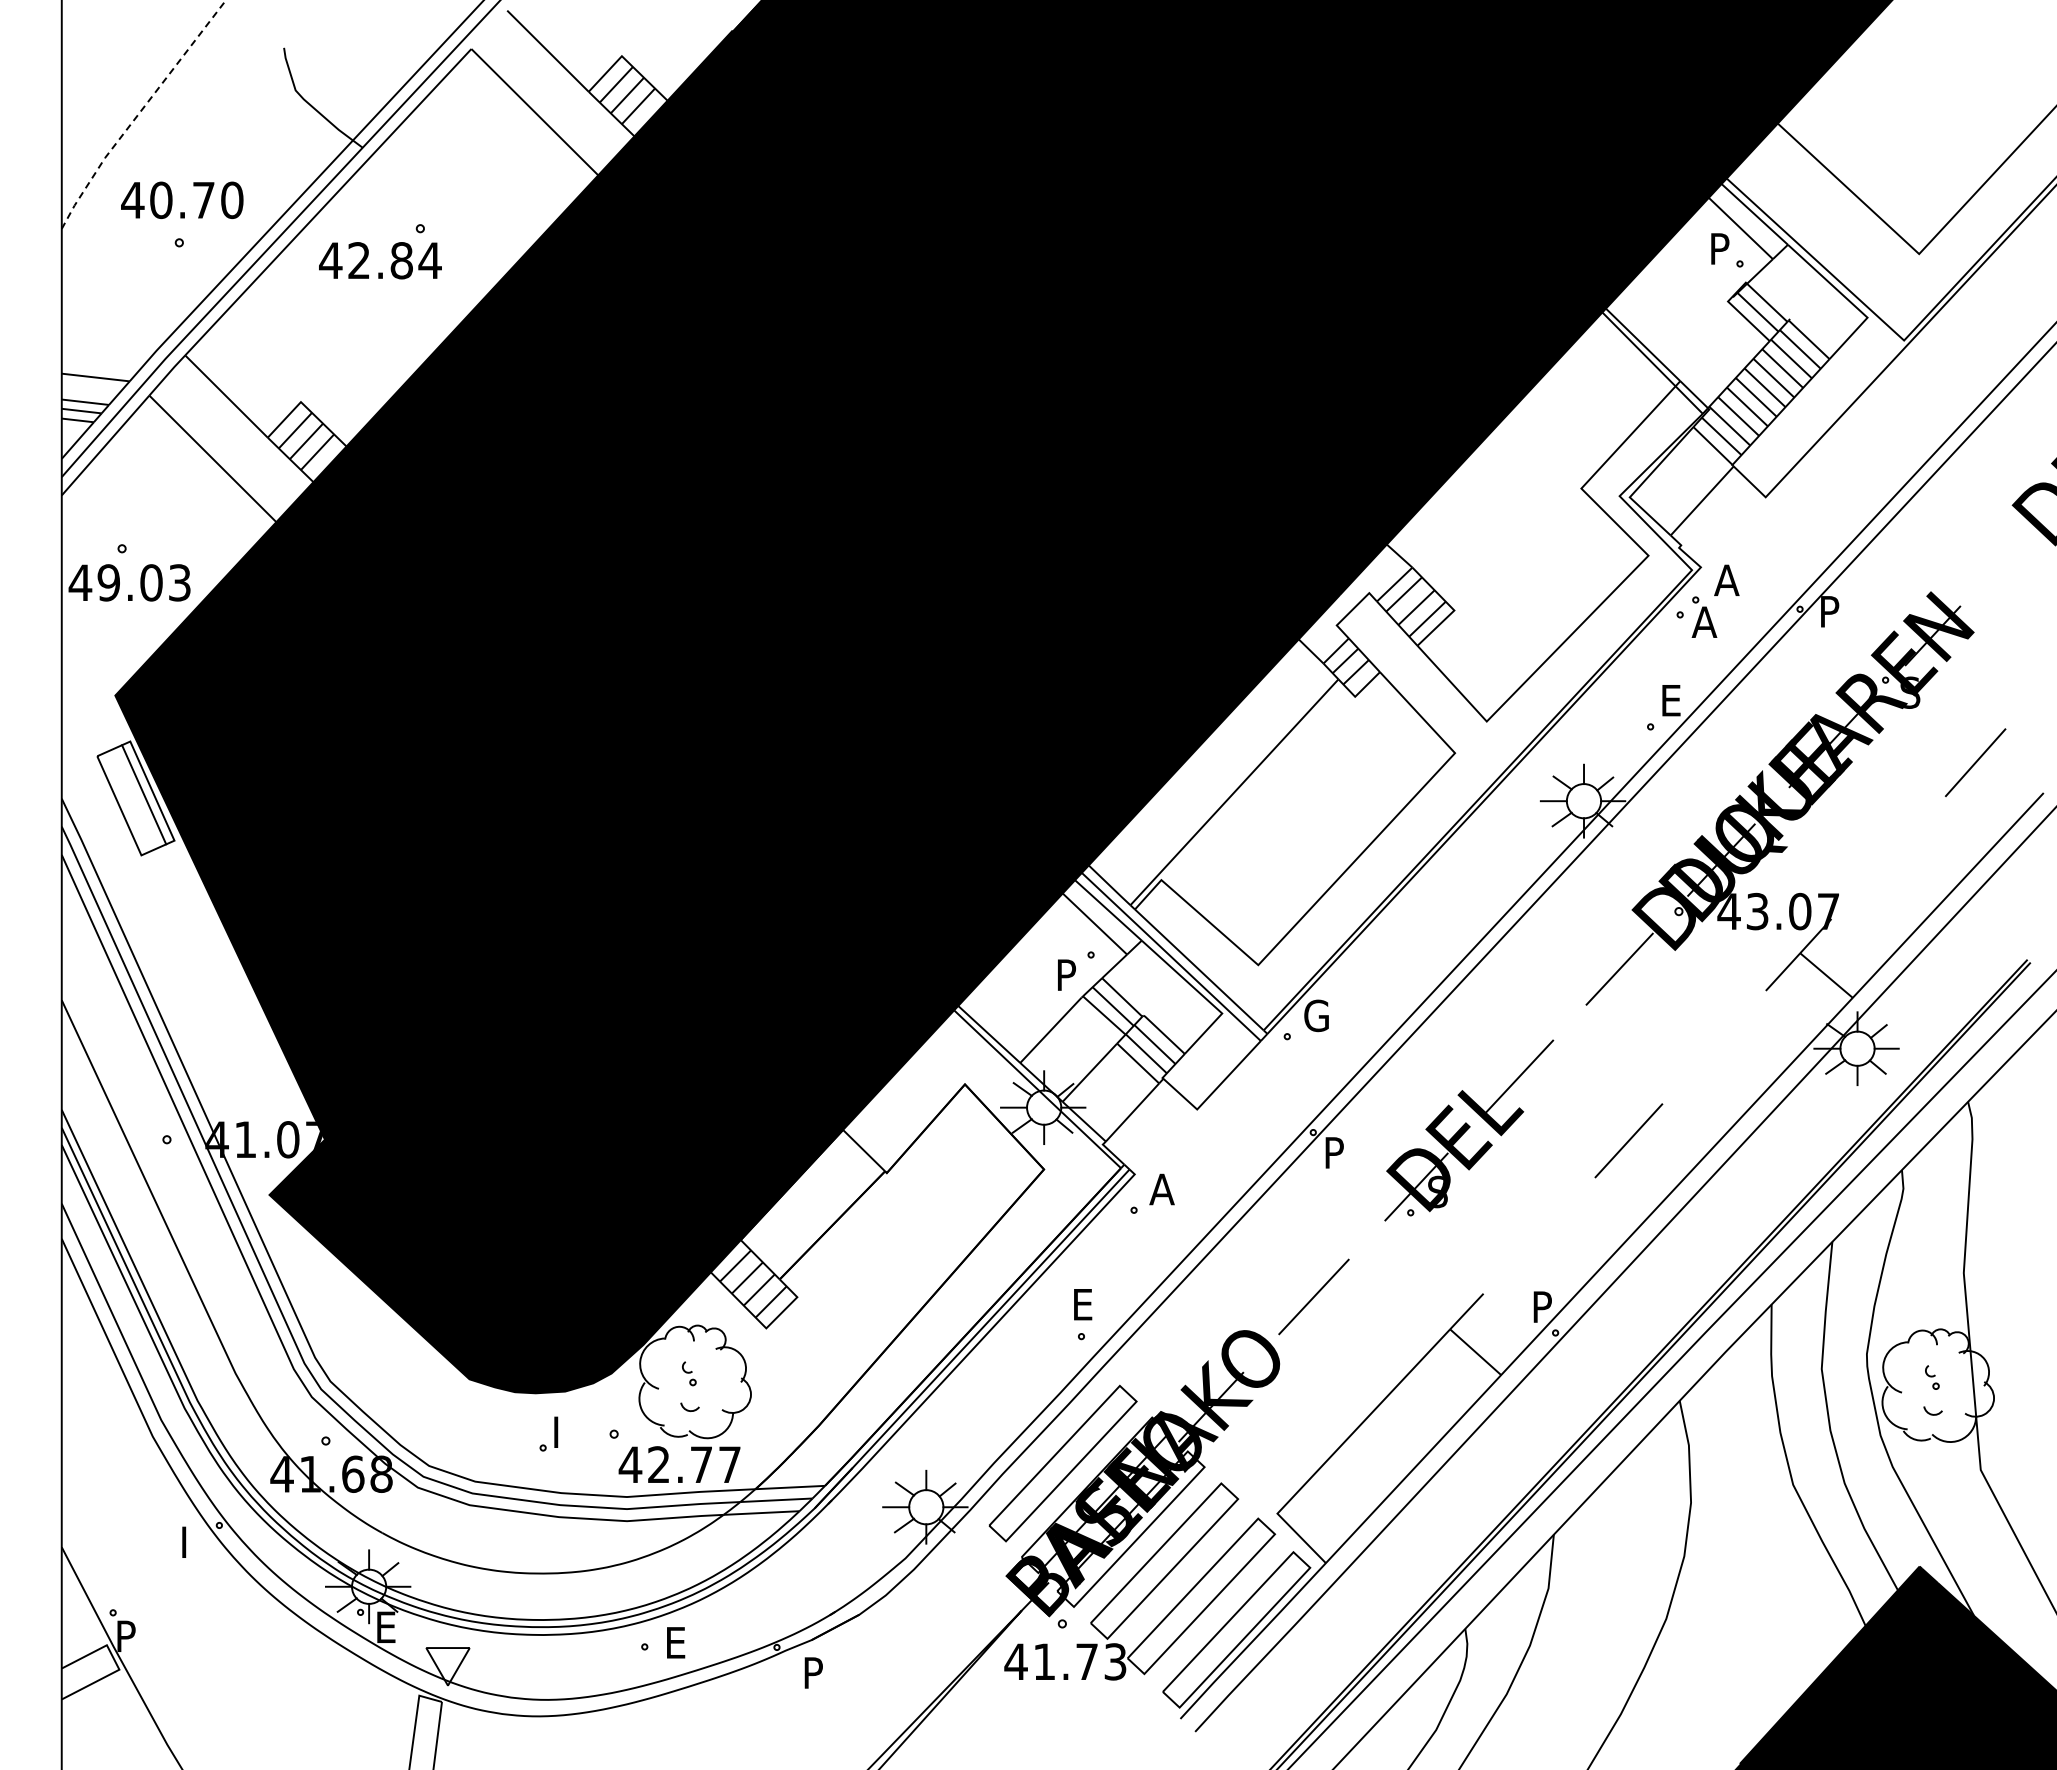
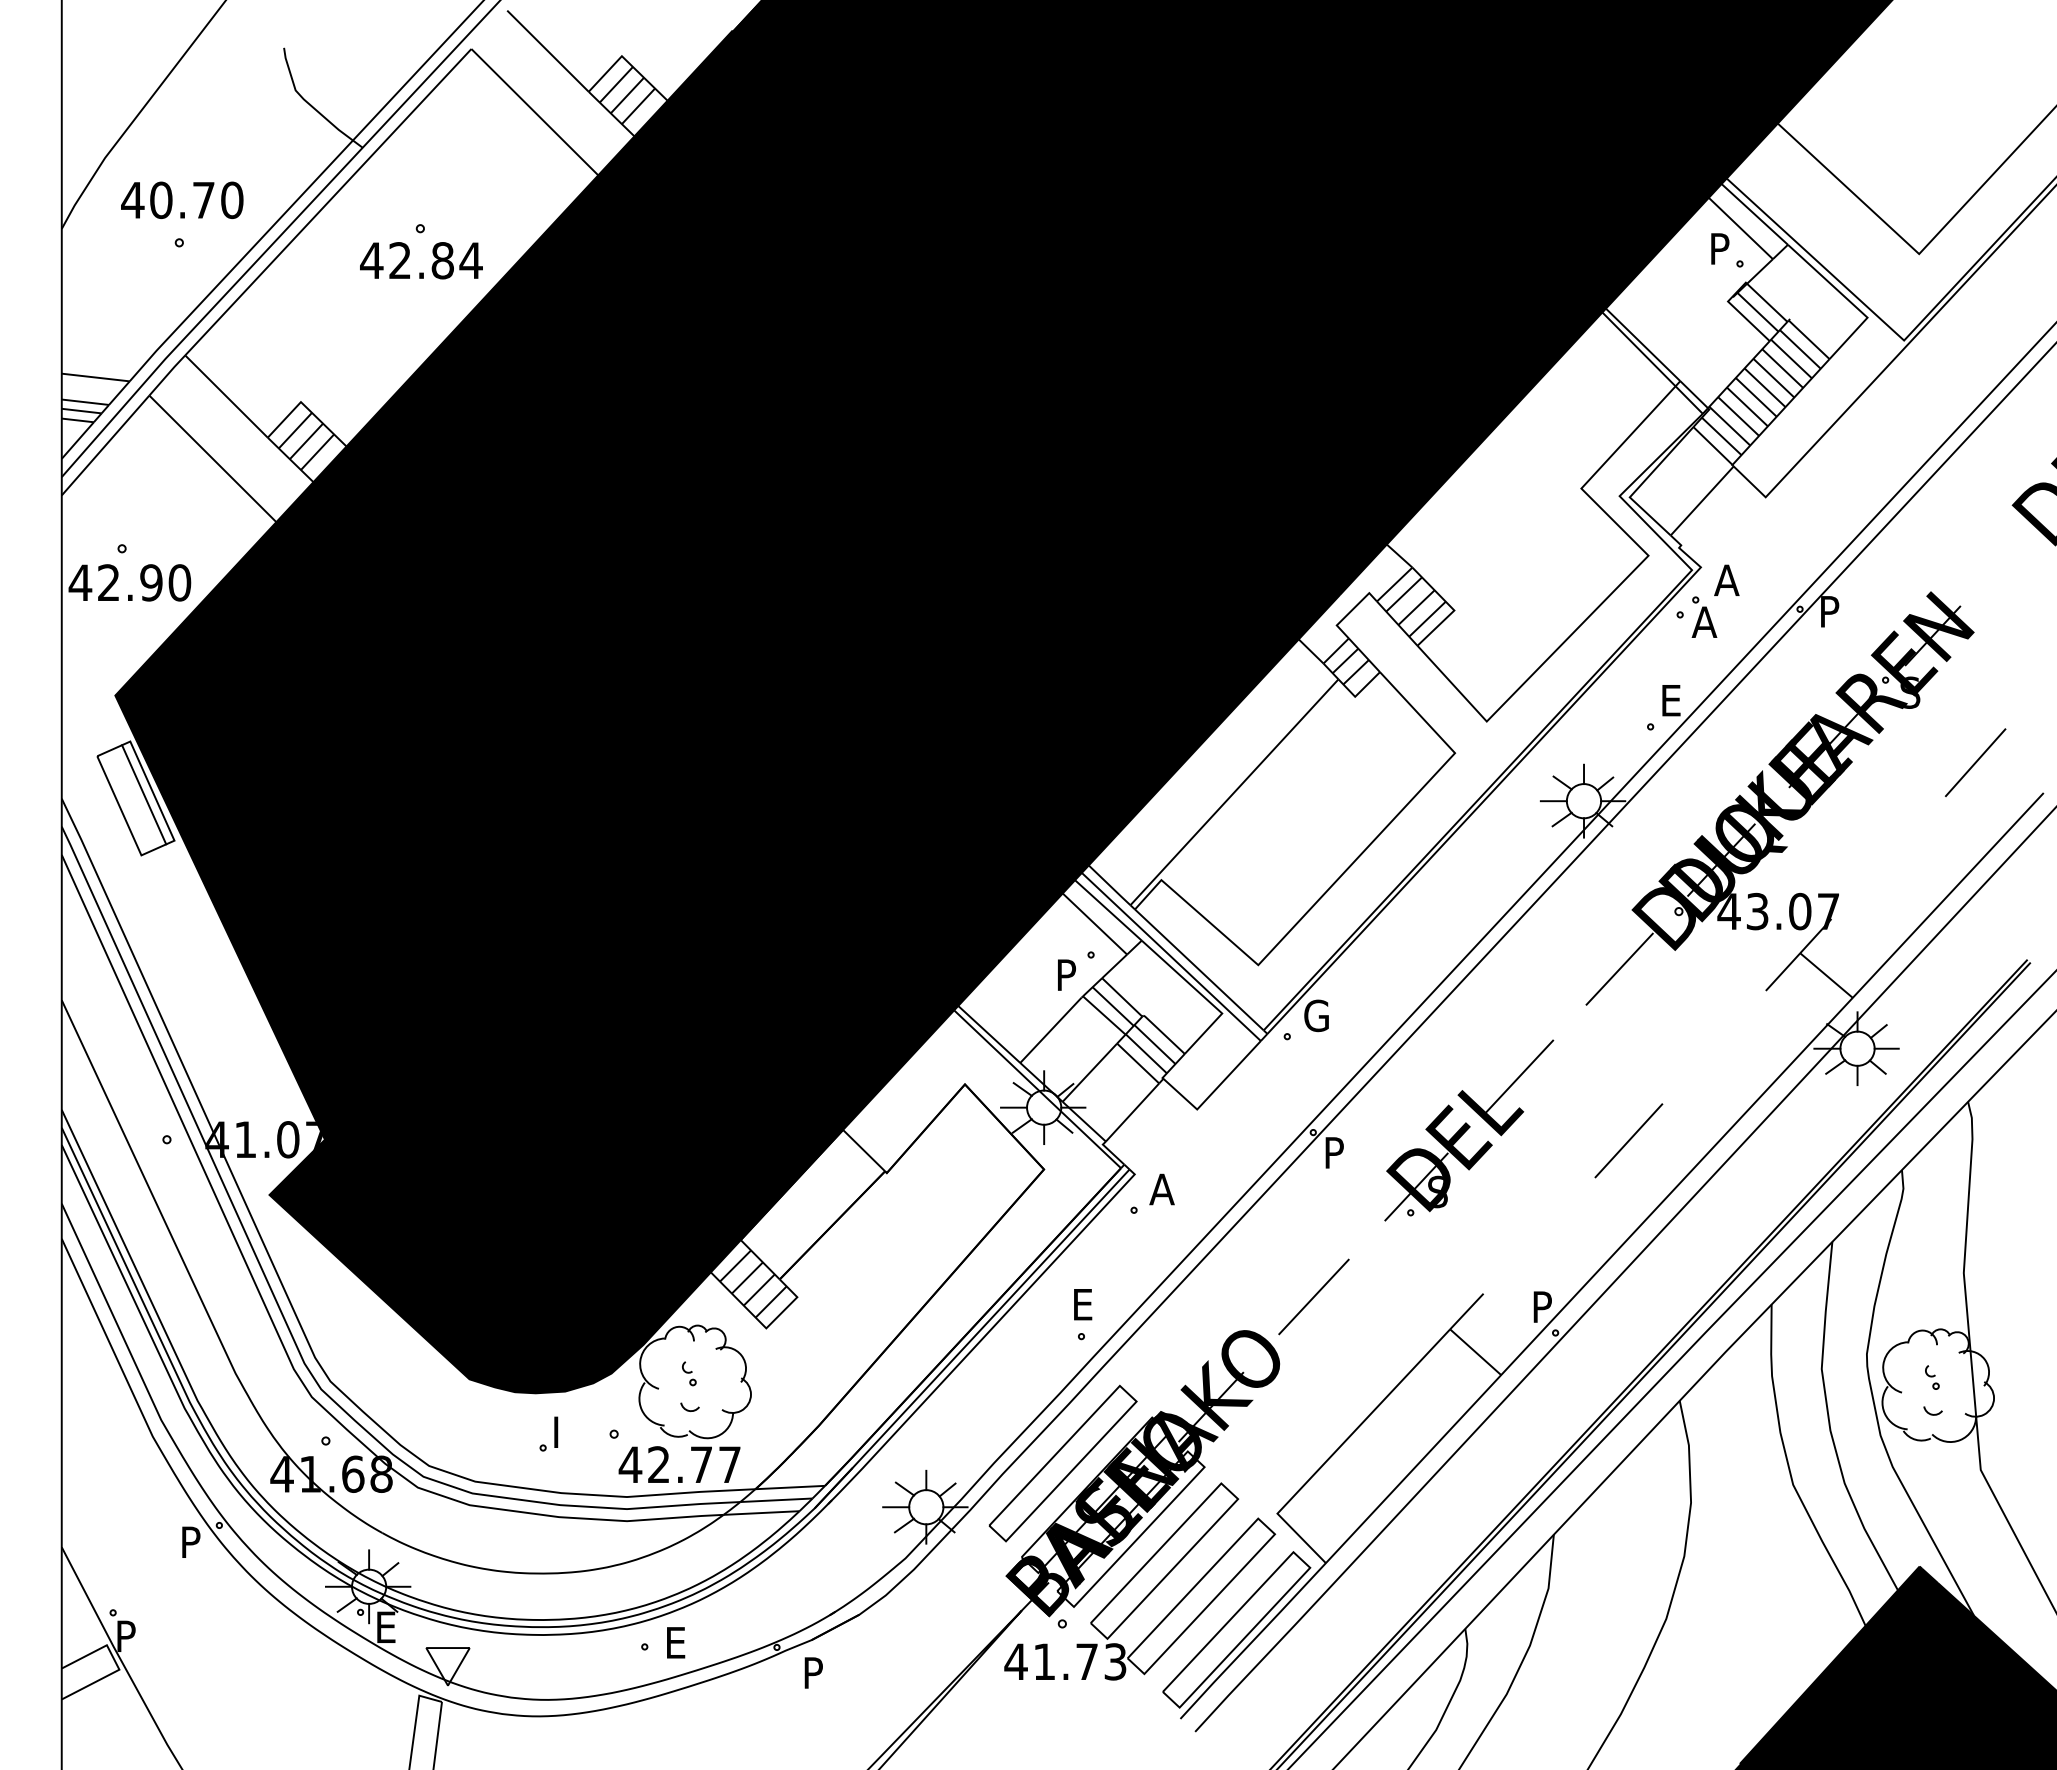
line at (139, 113): dashed -> solid
text at (380, 260) position: (380, 260) -> (421, 260)
text at (144, 582): 49.03 -> 42.90
text at (193, 1535): I -> P
